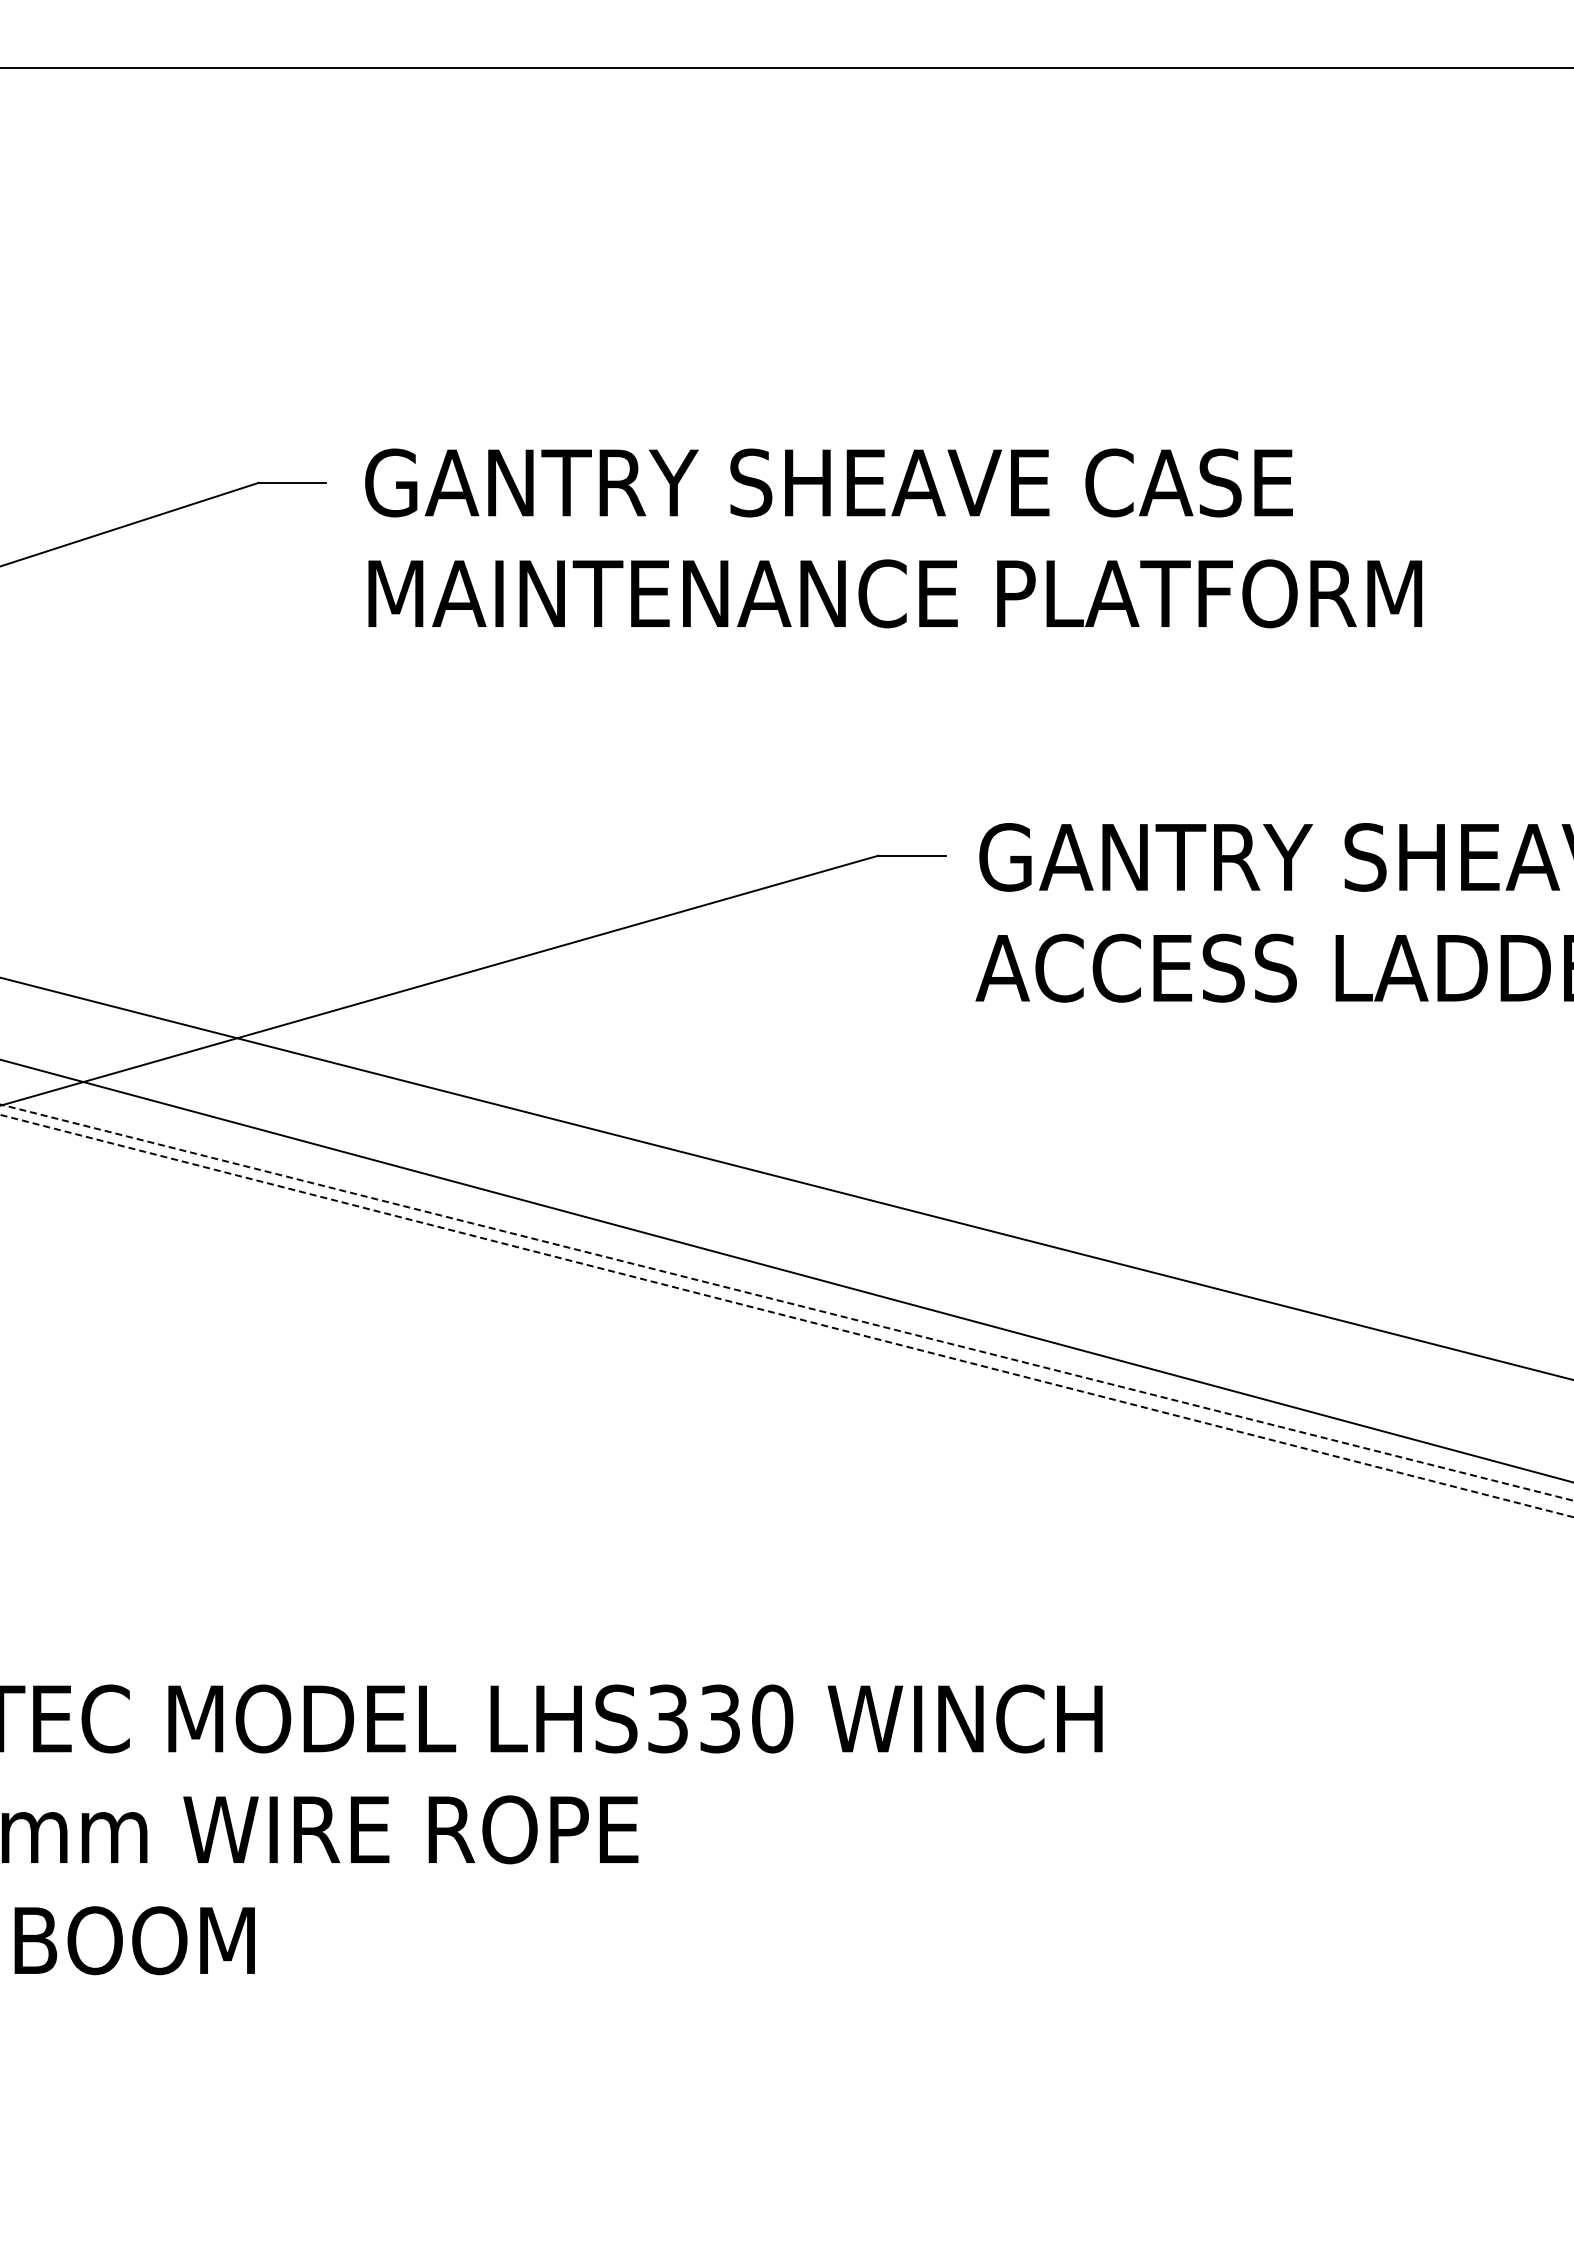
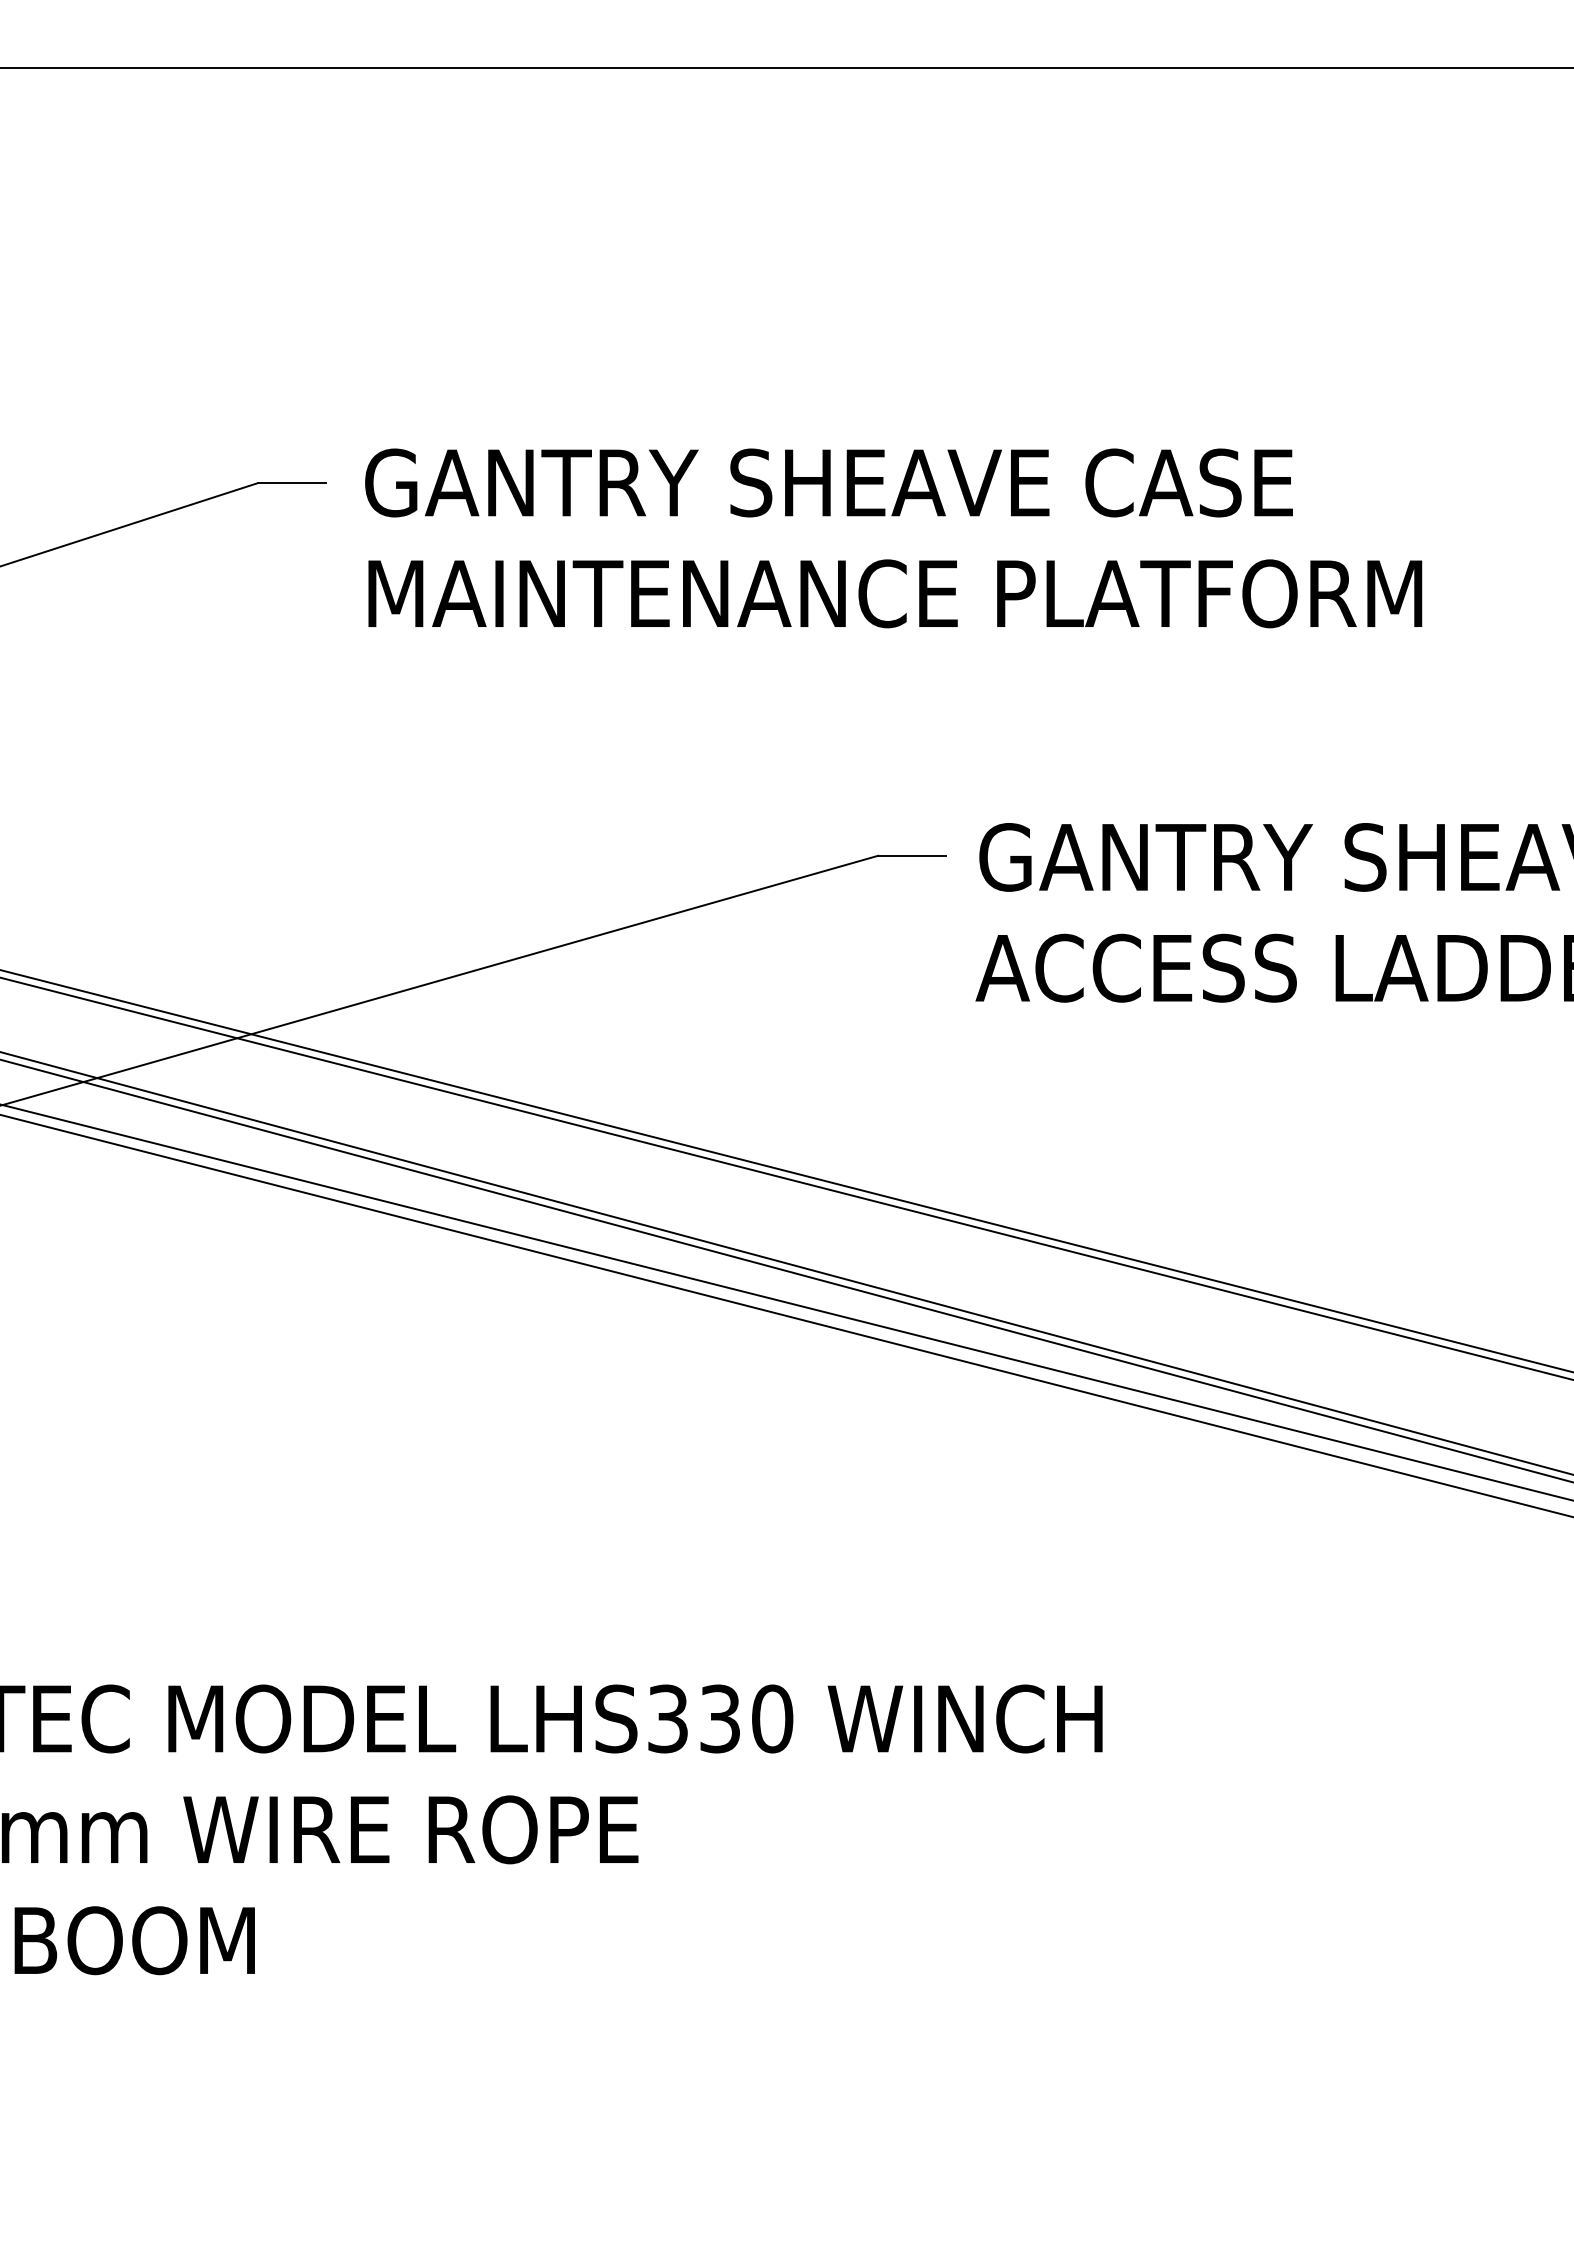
line at (786, 1170): none -> present
line at (786, 1263): none -> present
line at (786, 1302): dashed -> solid
line at (786, 1315): dashed -> solid
